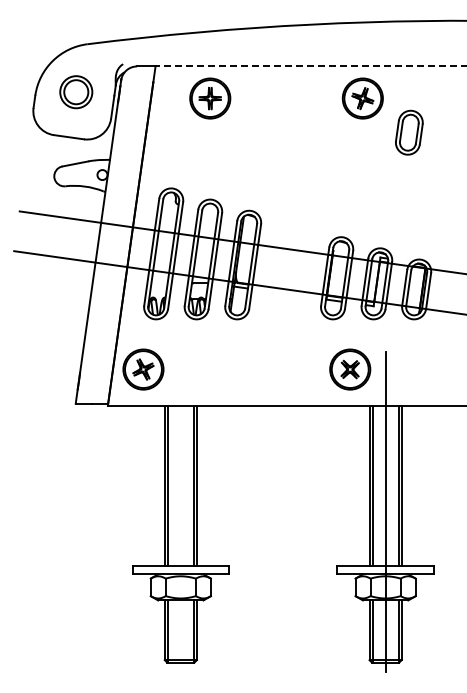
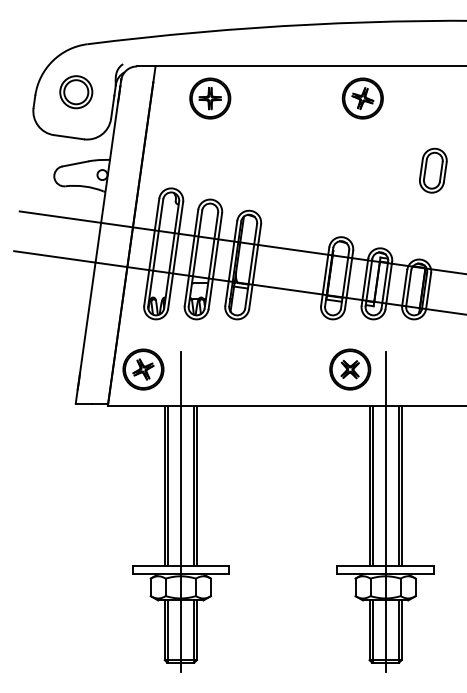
line at (311, 66): dashed -> solid
part at (409, 132) position: (409, 132) -> (433, 170)
line at (180, 512): none -> present
